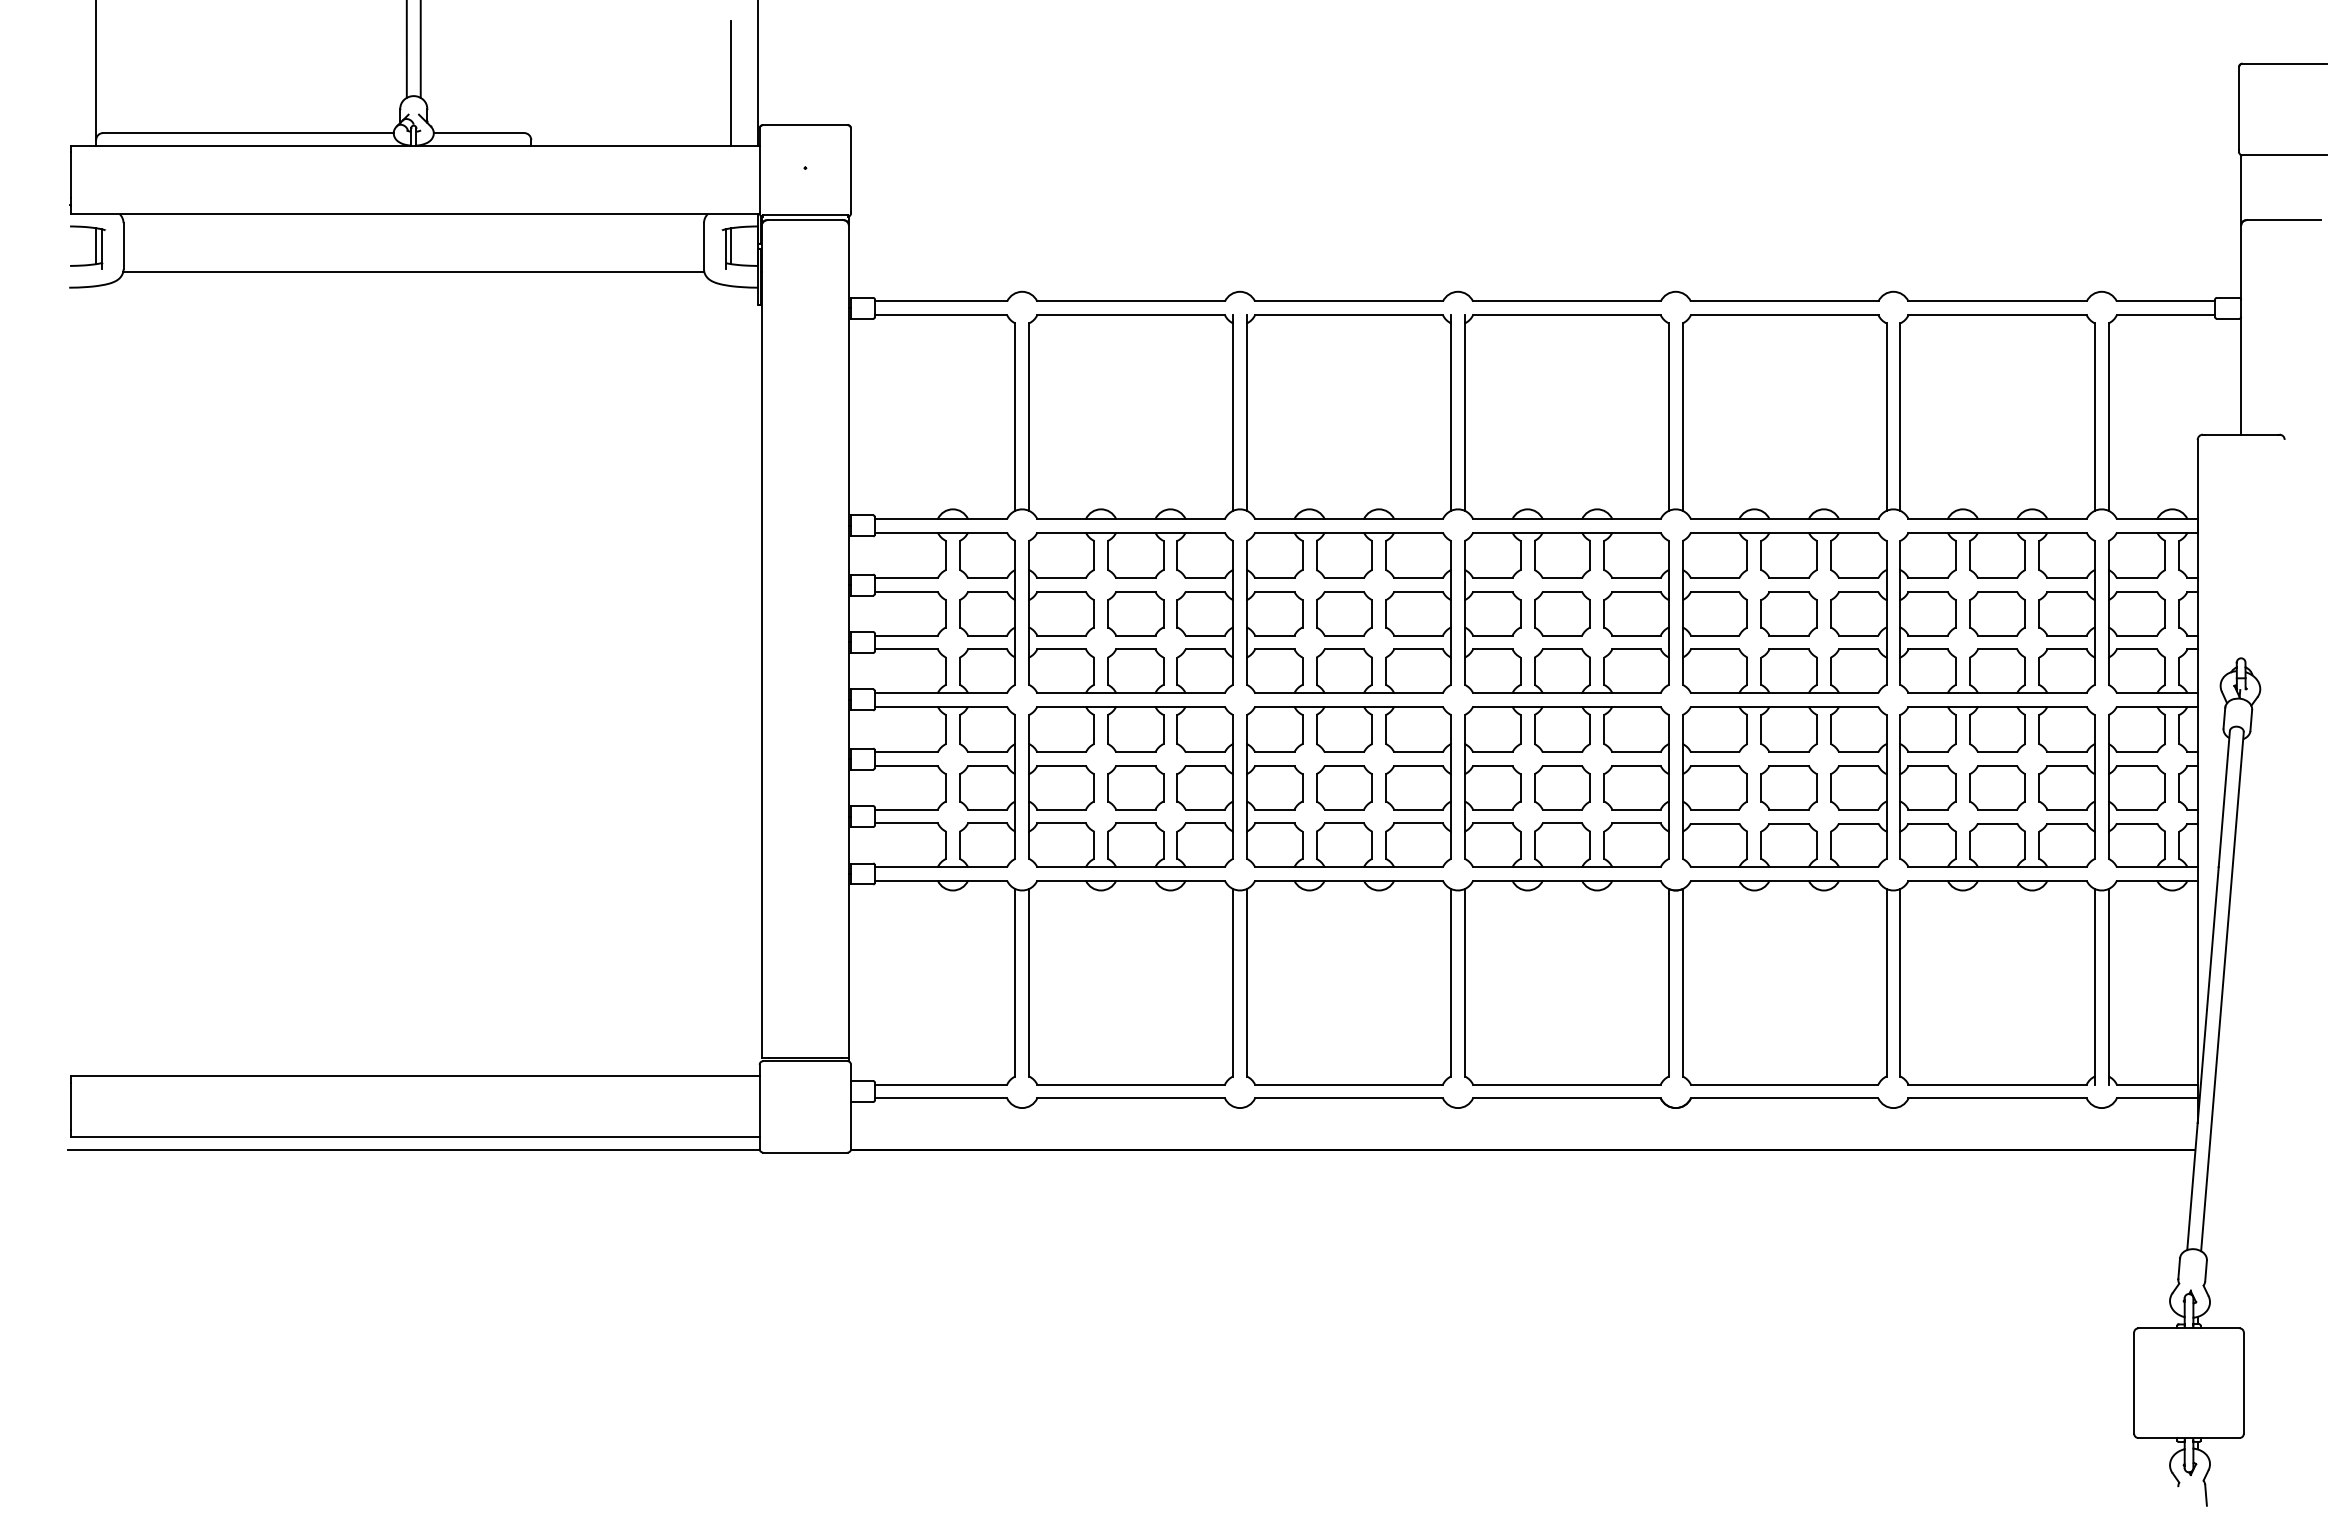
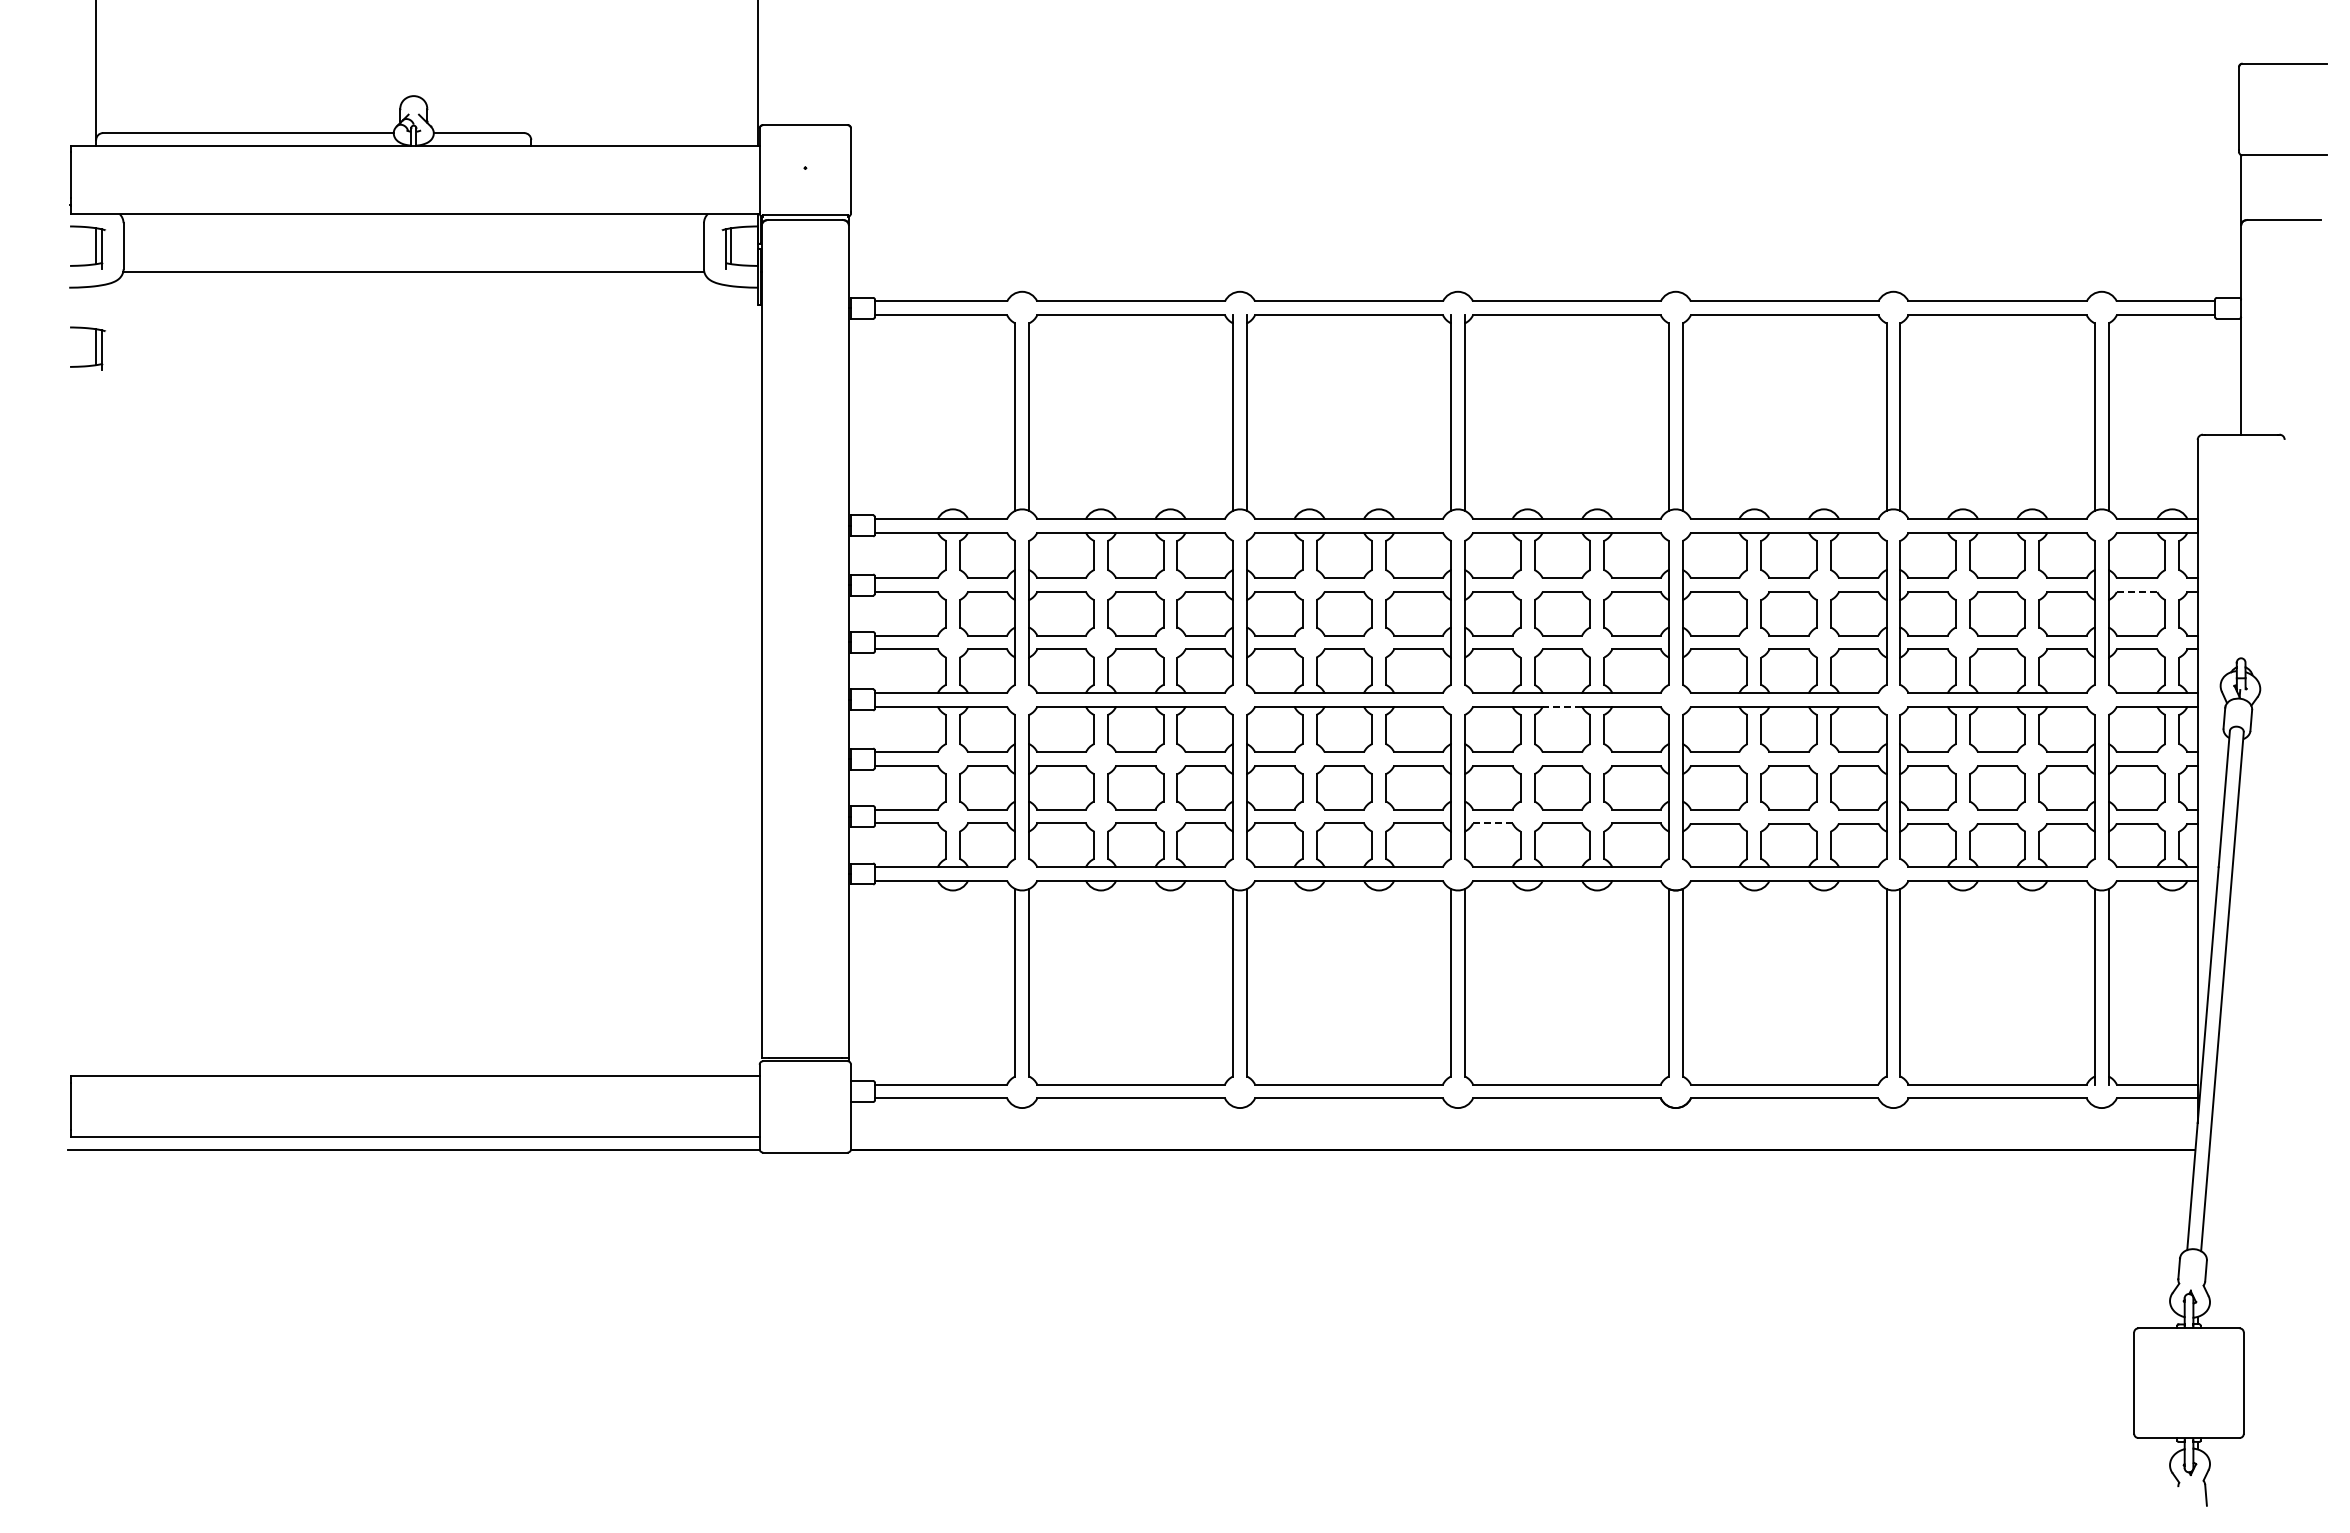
line at (406, 49): present -> none
line at (420, 49): present -> none
line at (731, 83): present -> none
part at (95, 348): none -> present
line at (2136, 592): solid -> dashed
line at (1562, 706): solid -> dashed
line at (1492, 823): solid -> dashed
